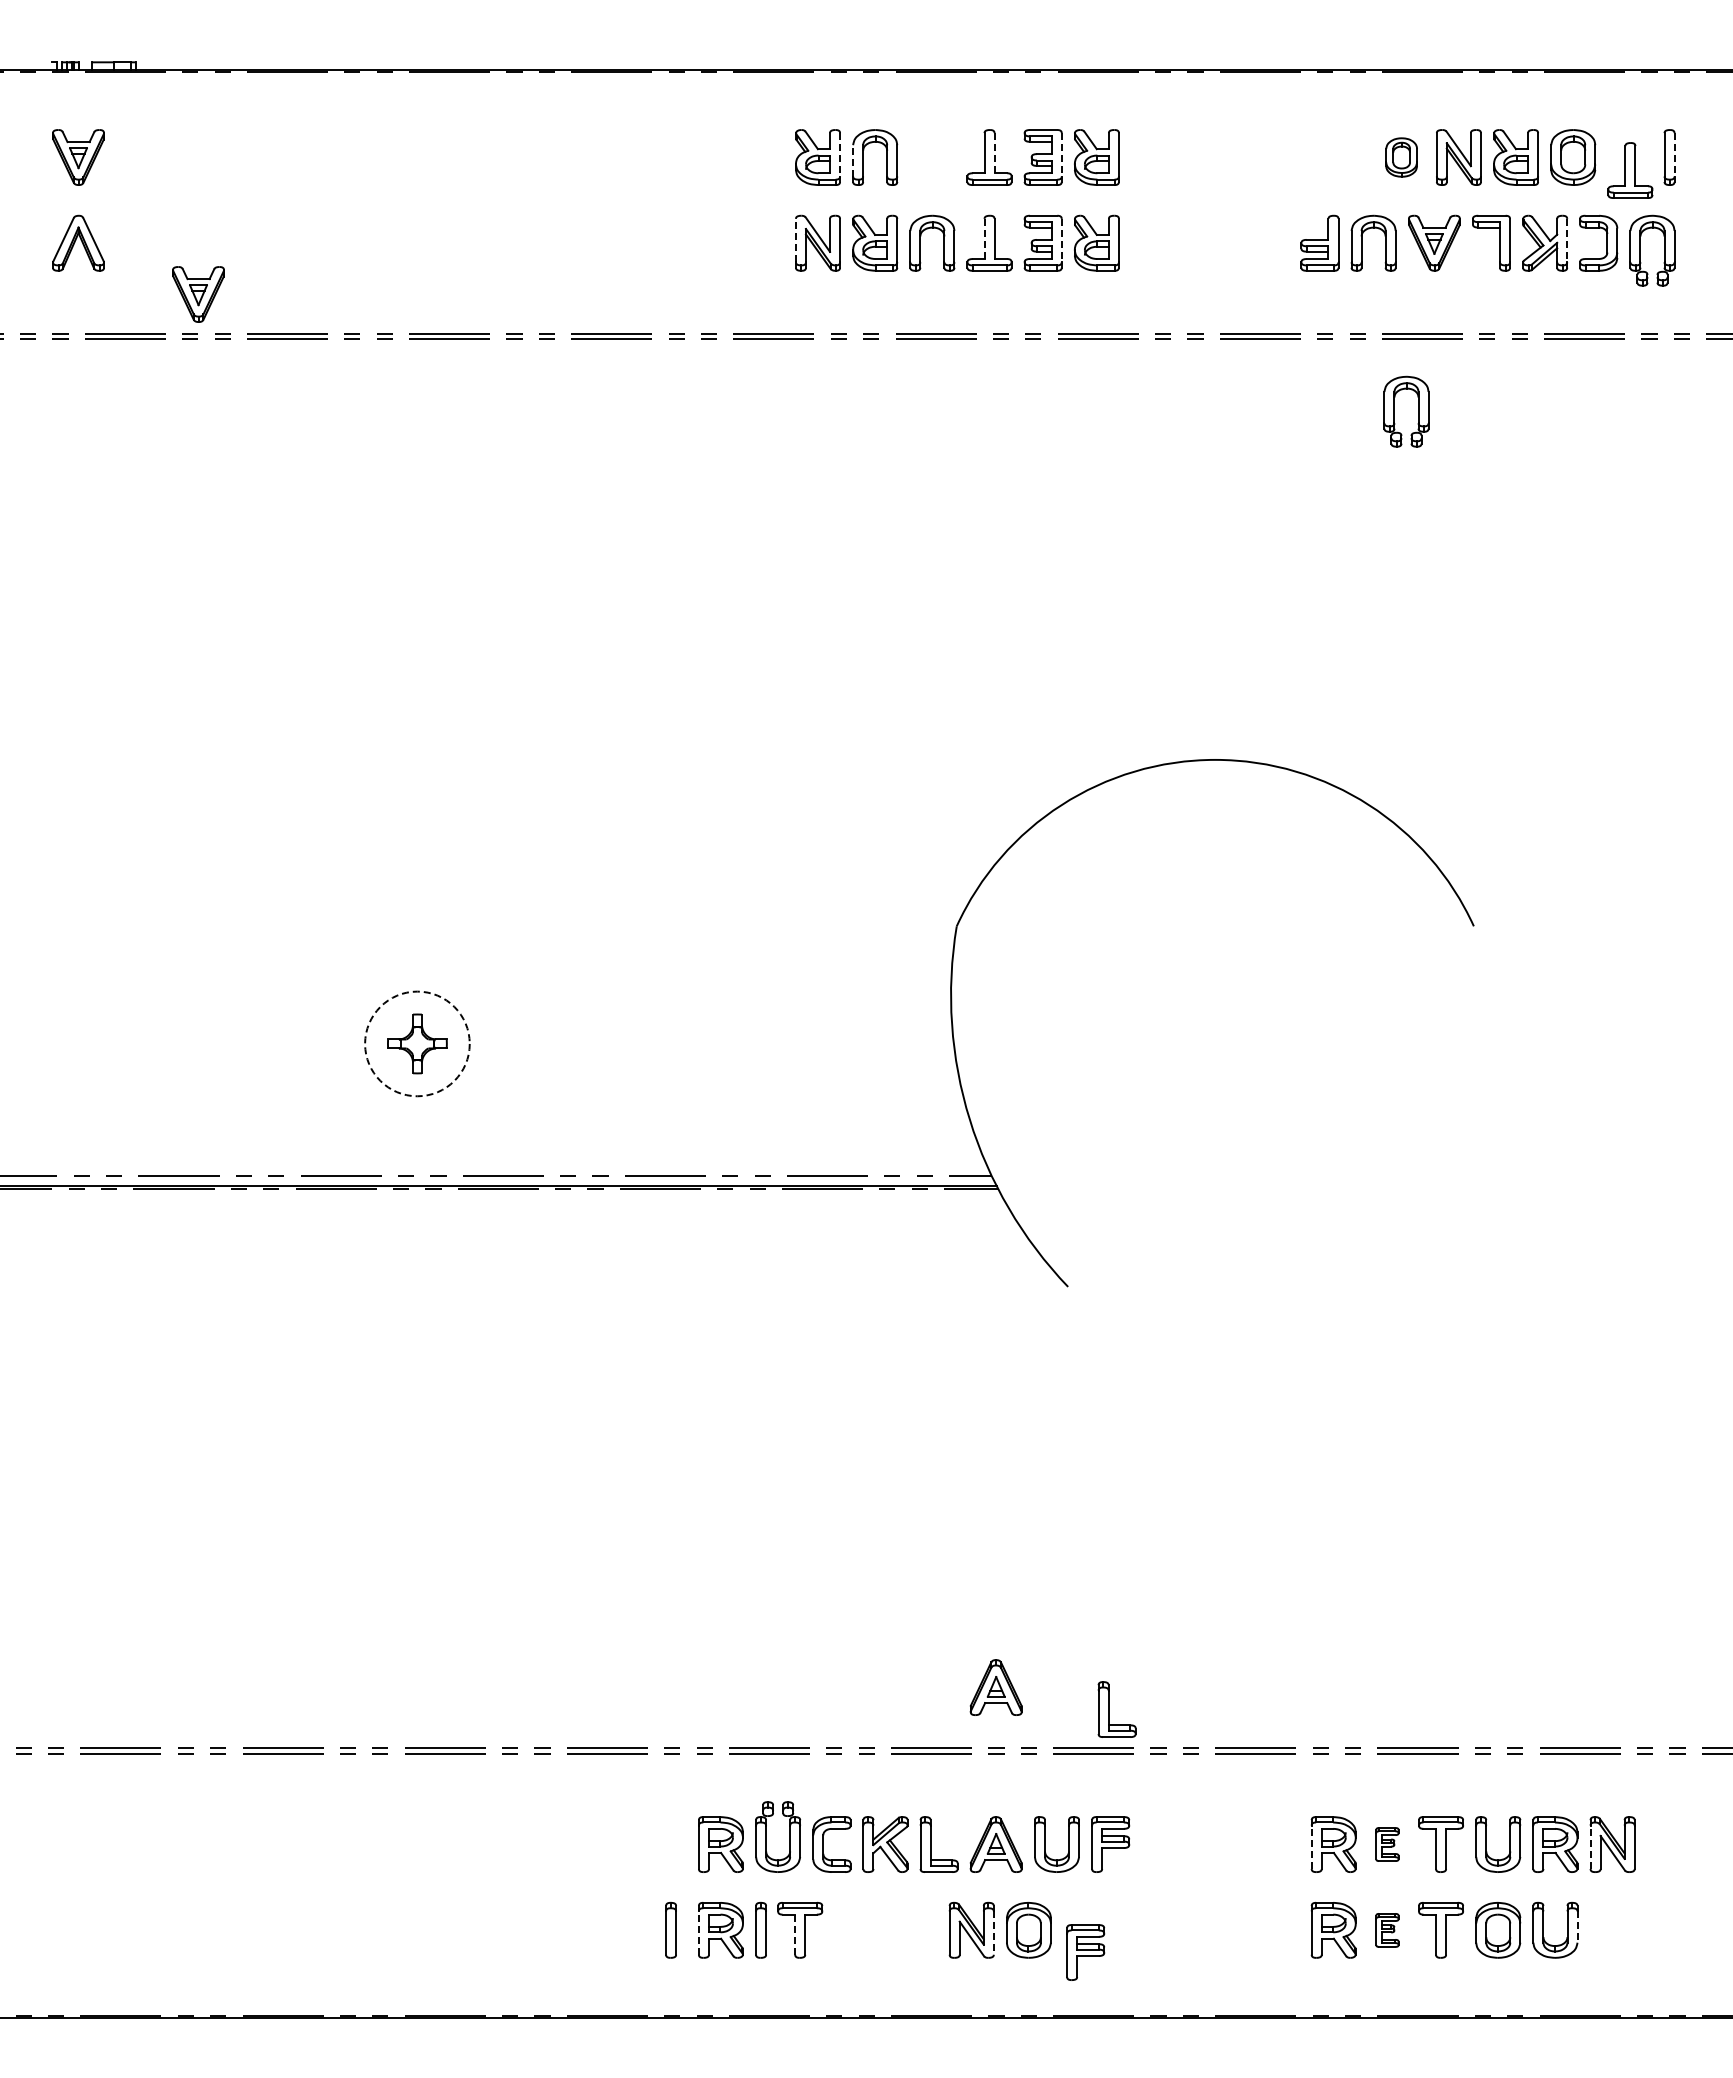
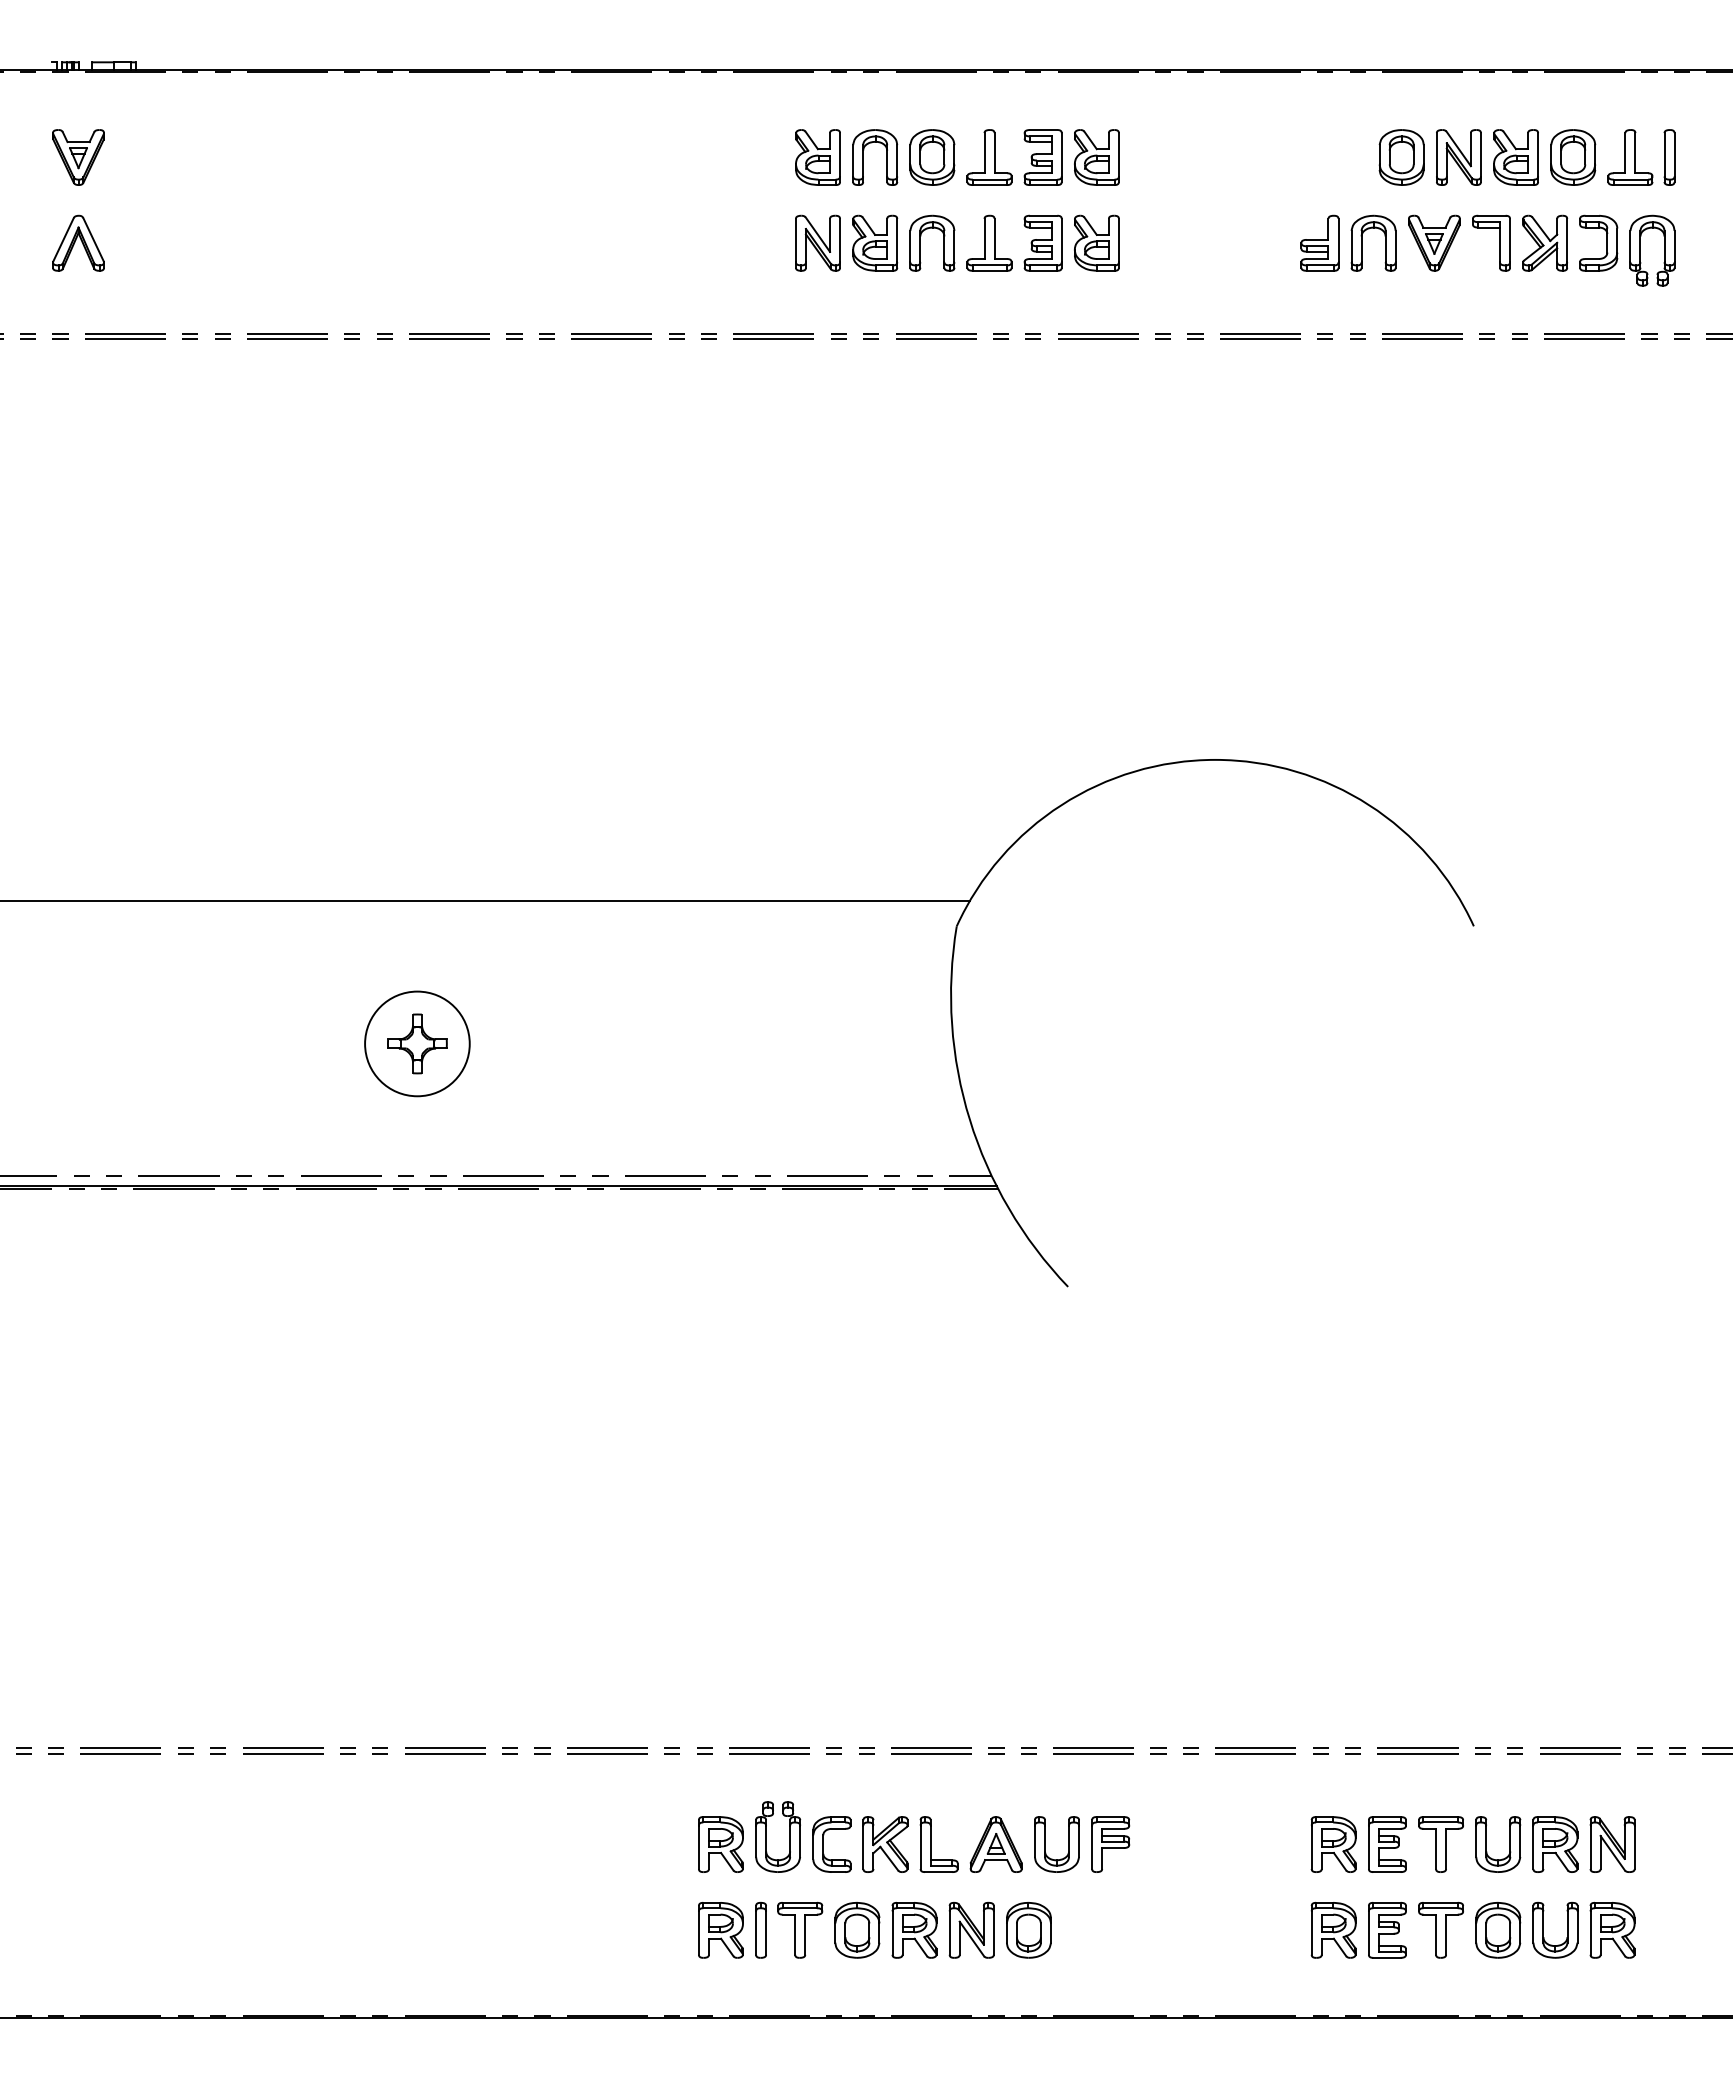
line at (994, 153): dashed -> solid
line at (840, 154): dashed -> solid
line at (1061, 154): dashed -> solid
line at (1674, 154): dashed -> solid
part at (932, 157): none -> present
part at (1401, 157) size: 33x41 px -> 47x57 px
line at (853, 160): dashed -> solid
part at (1630, 170) position: (1630, 170) -> (1630, 157)
line at (984, 238): dashed -> solid
line at (795, 240): dashed -> solid
line at (1061, 240): dashed -> solid
line at (1567, 240): dashed -> solid
part at (198, 294): present -> none
part at (1394, 411): present -> none
line at (485, 901): none -> present
circle at (417, 1043): dashed -> solid
part at (995, 1687): present -> none
part at (1109, 1709): present -> none
part at (1387, 1844) size: 25x35 px -> 39x57 px
line at (1311, 1847): dashed -> solid
line at (1590, 1847): dashed -> solid
line at (1577, 1927): dashed -> solid
part at (670, 1929): present -> none
part at (857, 1930): none -> present
part at (914, 1930): none -> present
part at (1387, 1930) size: 25x35 px -> 39x57 px
part at (1612, 1930): none -> present
line at (698, 1933): dashed -> solid
line at (993, 1933): dashed -> solid
line at (795, 1934): dashed -> solid
part at (1085, 1952): present -> none
